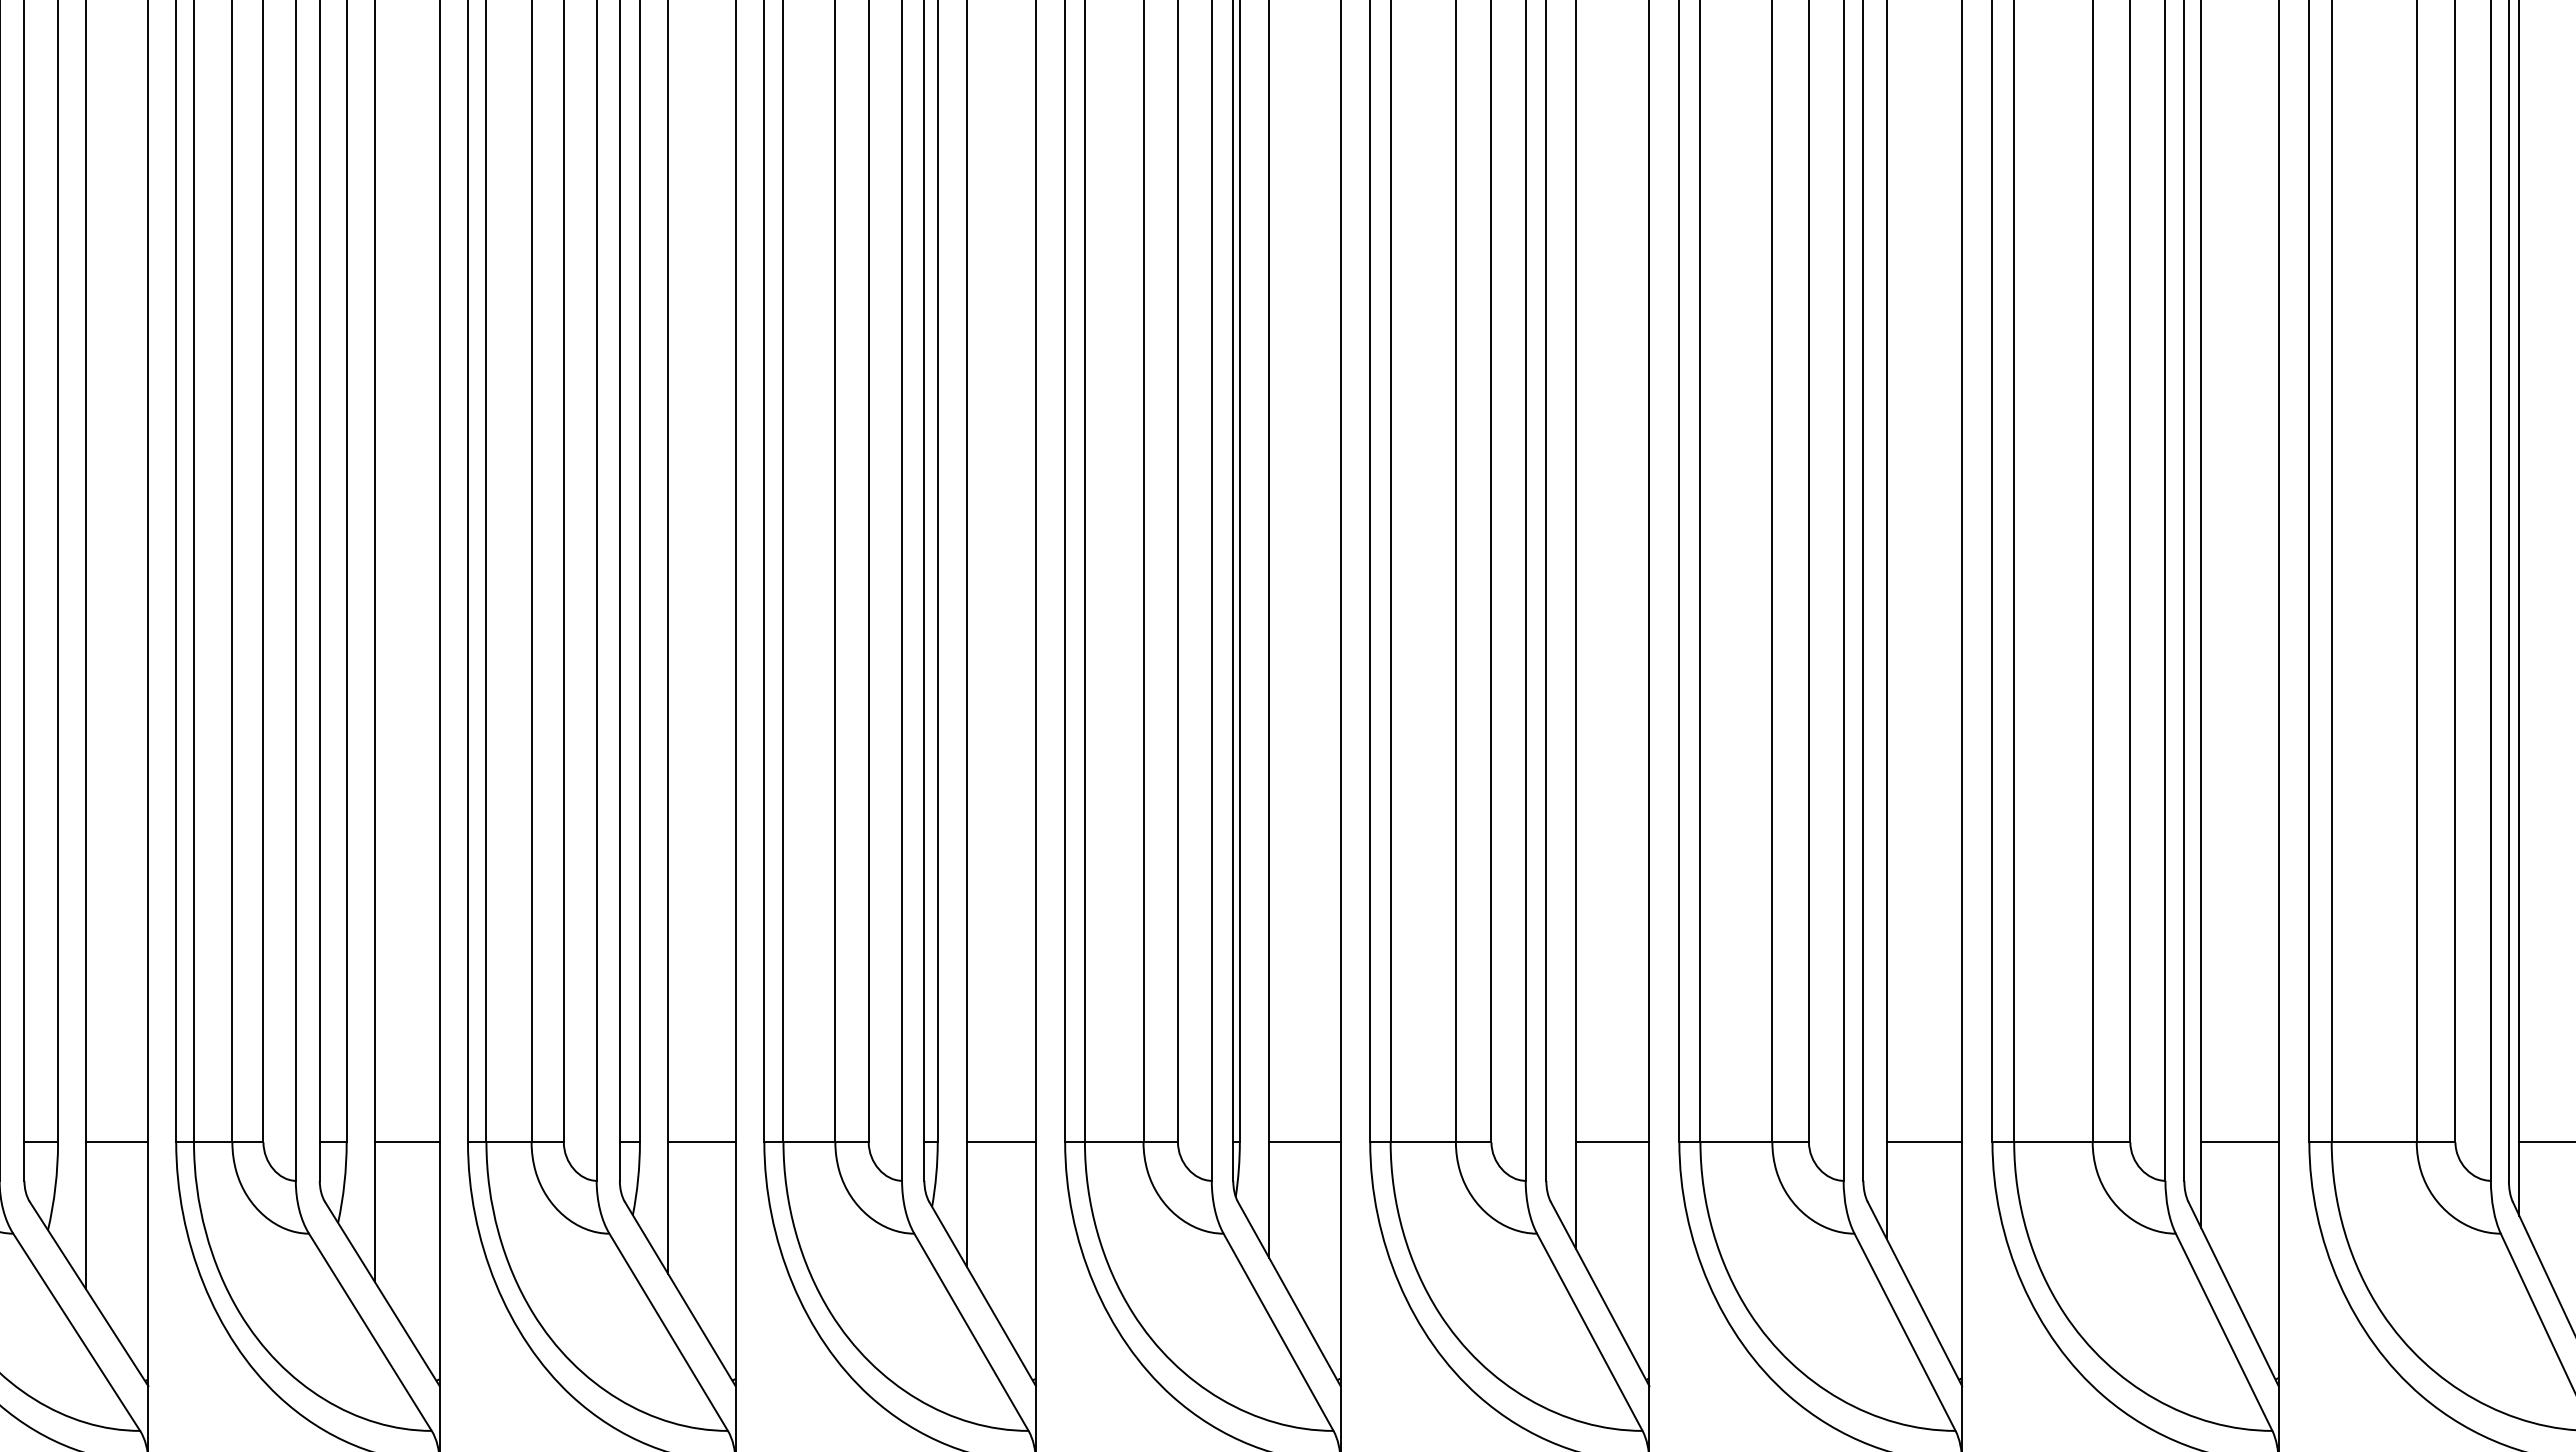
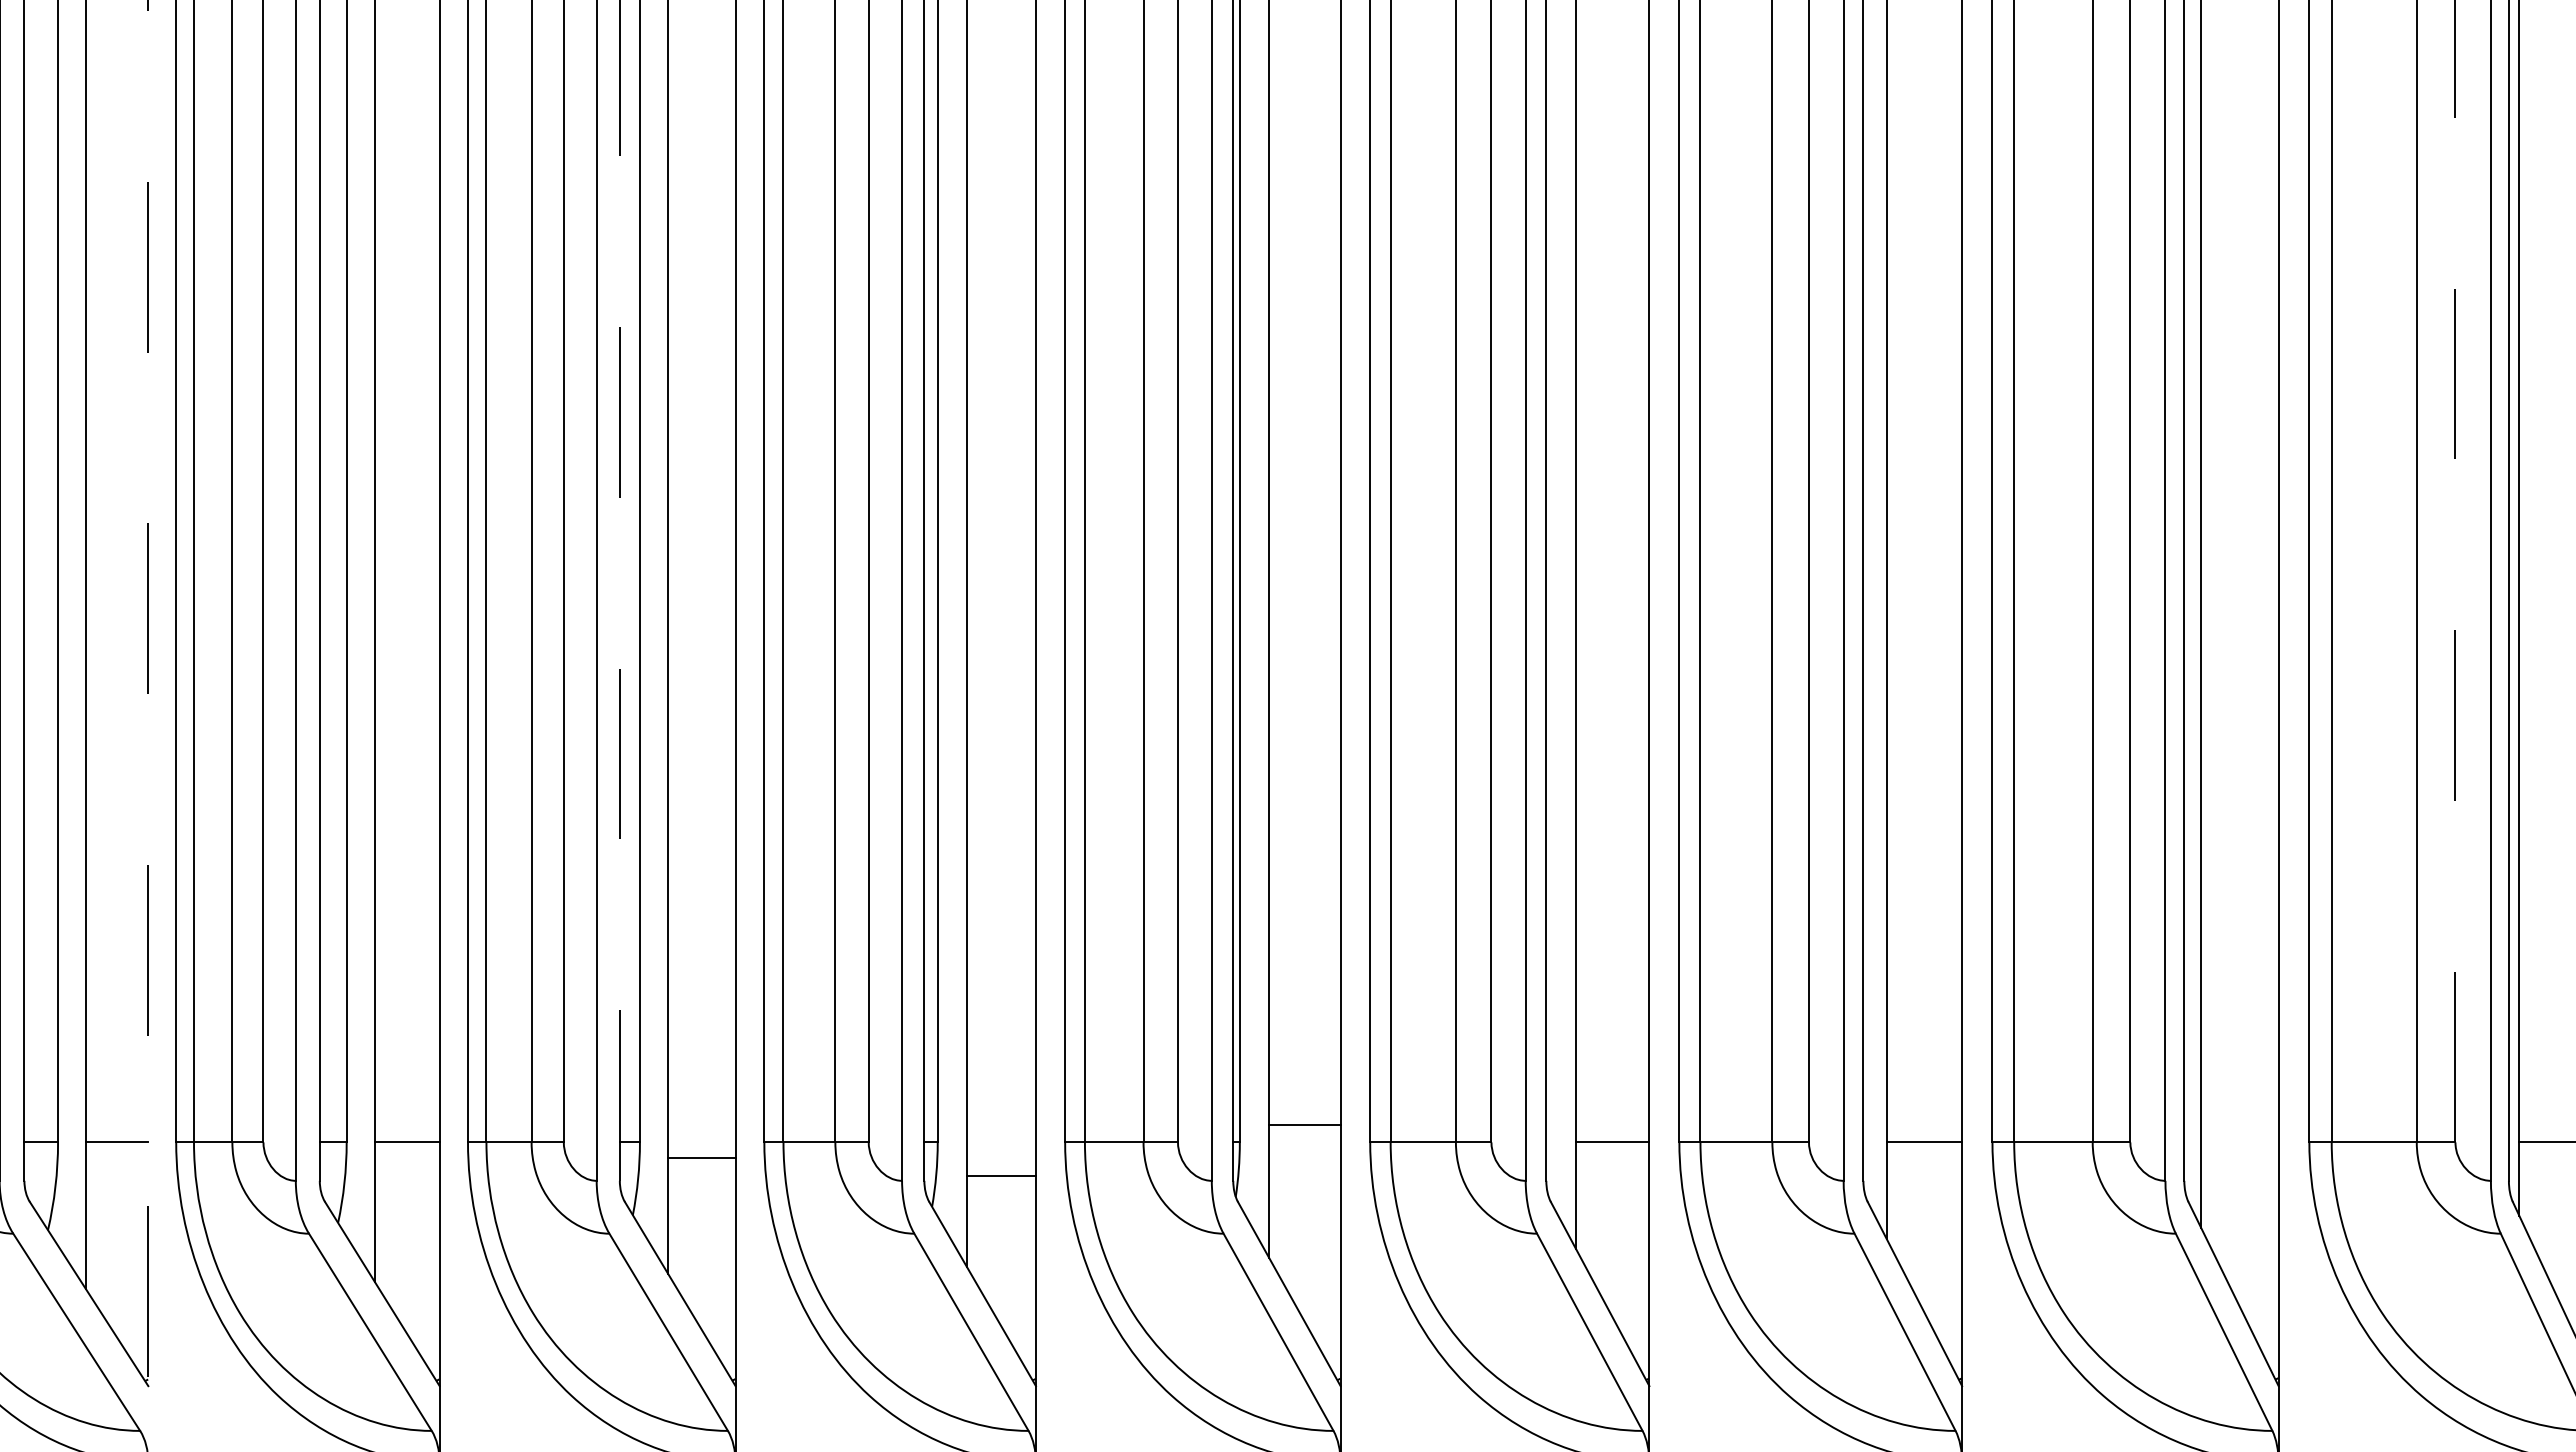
line at (2455, 571): solid -> dashed
line at (619, 590): solid -> dashed
line at (148, 726): solid -> dashed
line at (701, 1142) position: (701, 1142) -> (701, 1158)
line at (1000, 1142) position: (1000, 1142) -> (1000, 1176)
line at (1304, 1142) position: (1304, 1142) -> (1304, 1125)
line at (2239, 1142): present -> none
